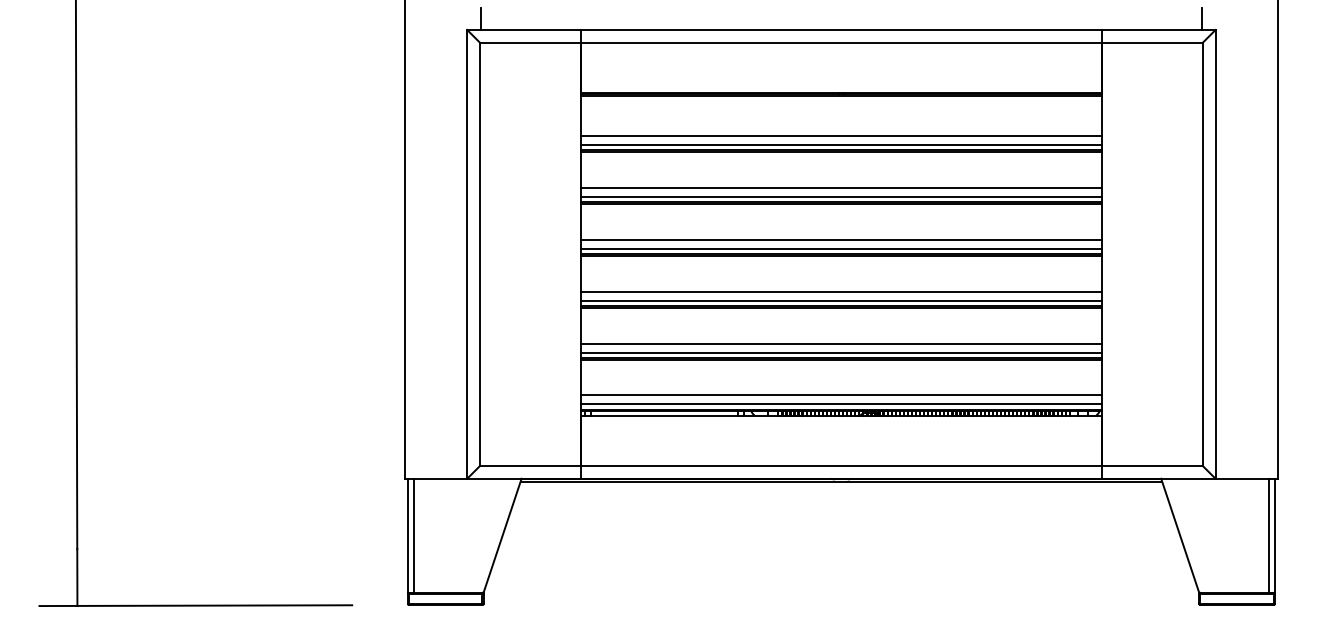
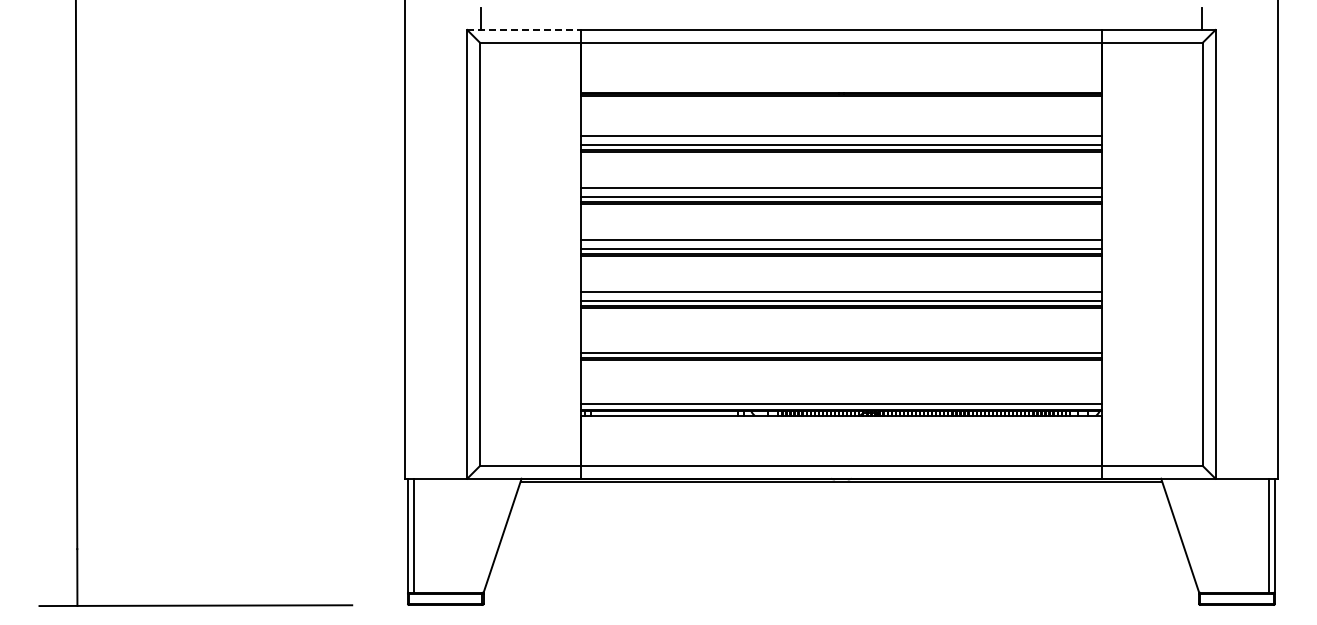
line at (524, 30): solid -> dashed
line at (841, 343): present -> none
line at (841, 395): present -> none
